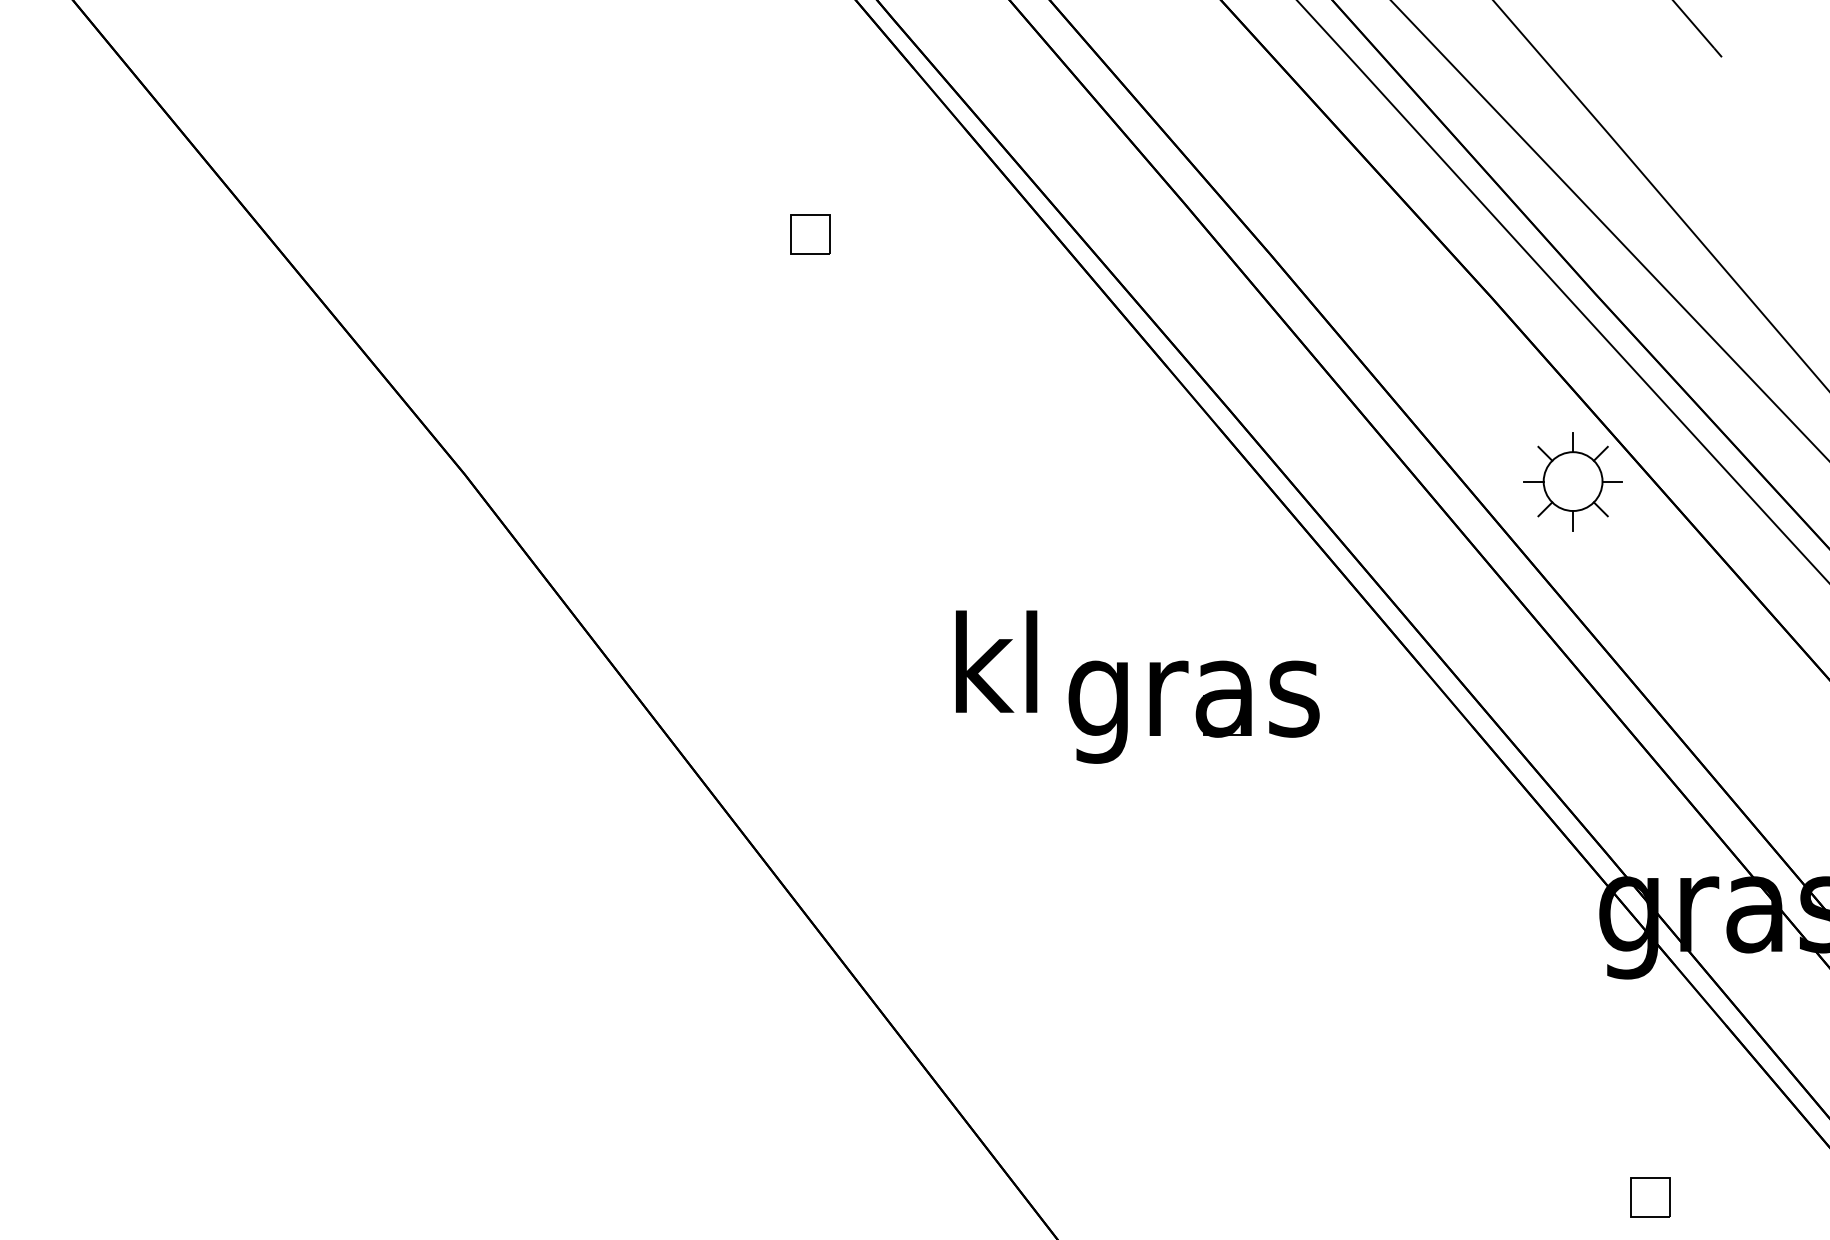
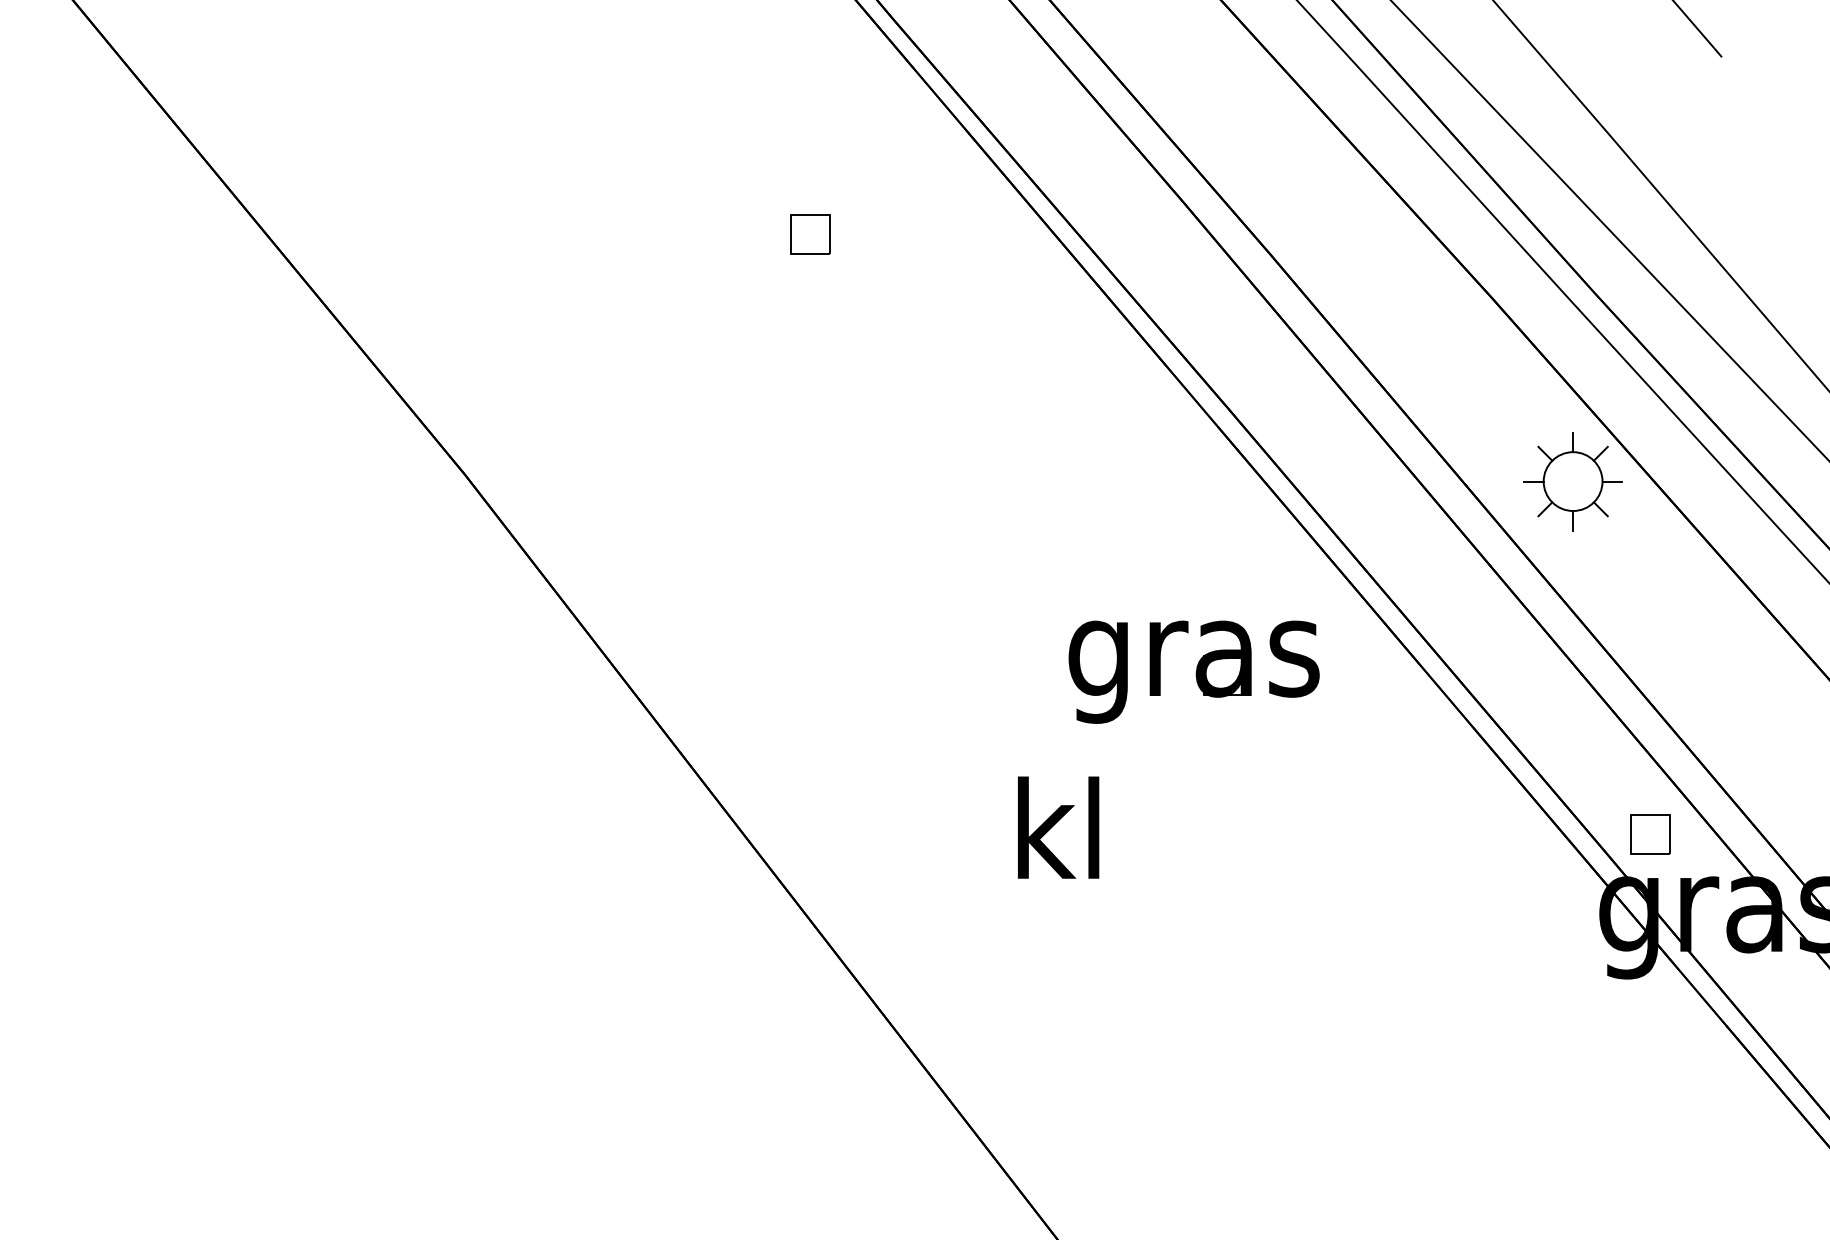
text at (996, 661) position: (996, 661) -> (1058, 827)
part at (1193, 711) position: (1193, 711) -> (1193, 671)
part at (1650, 1197) position: (1650, 1197) -> (1650, 834)
